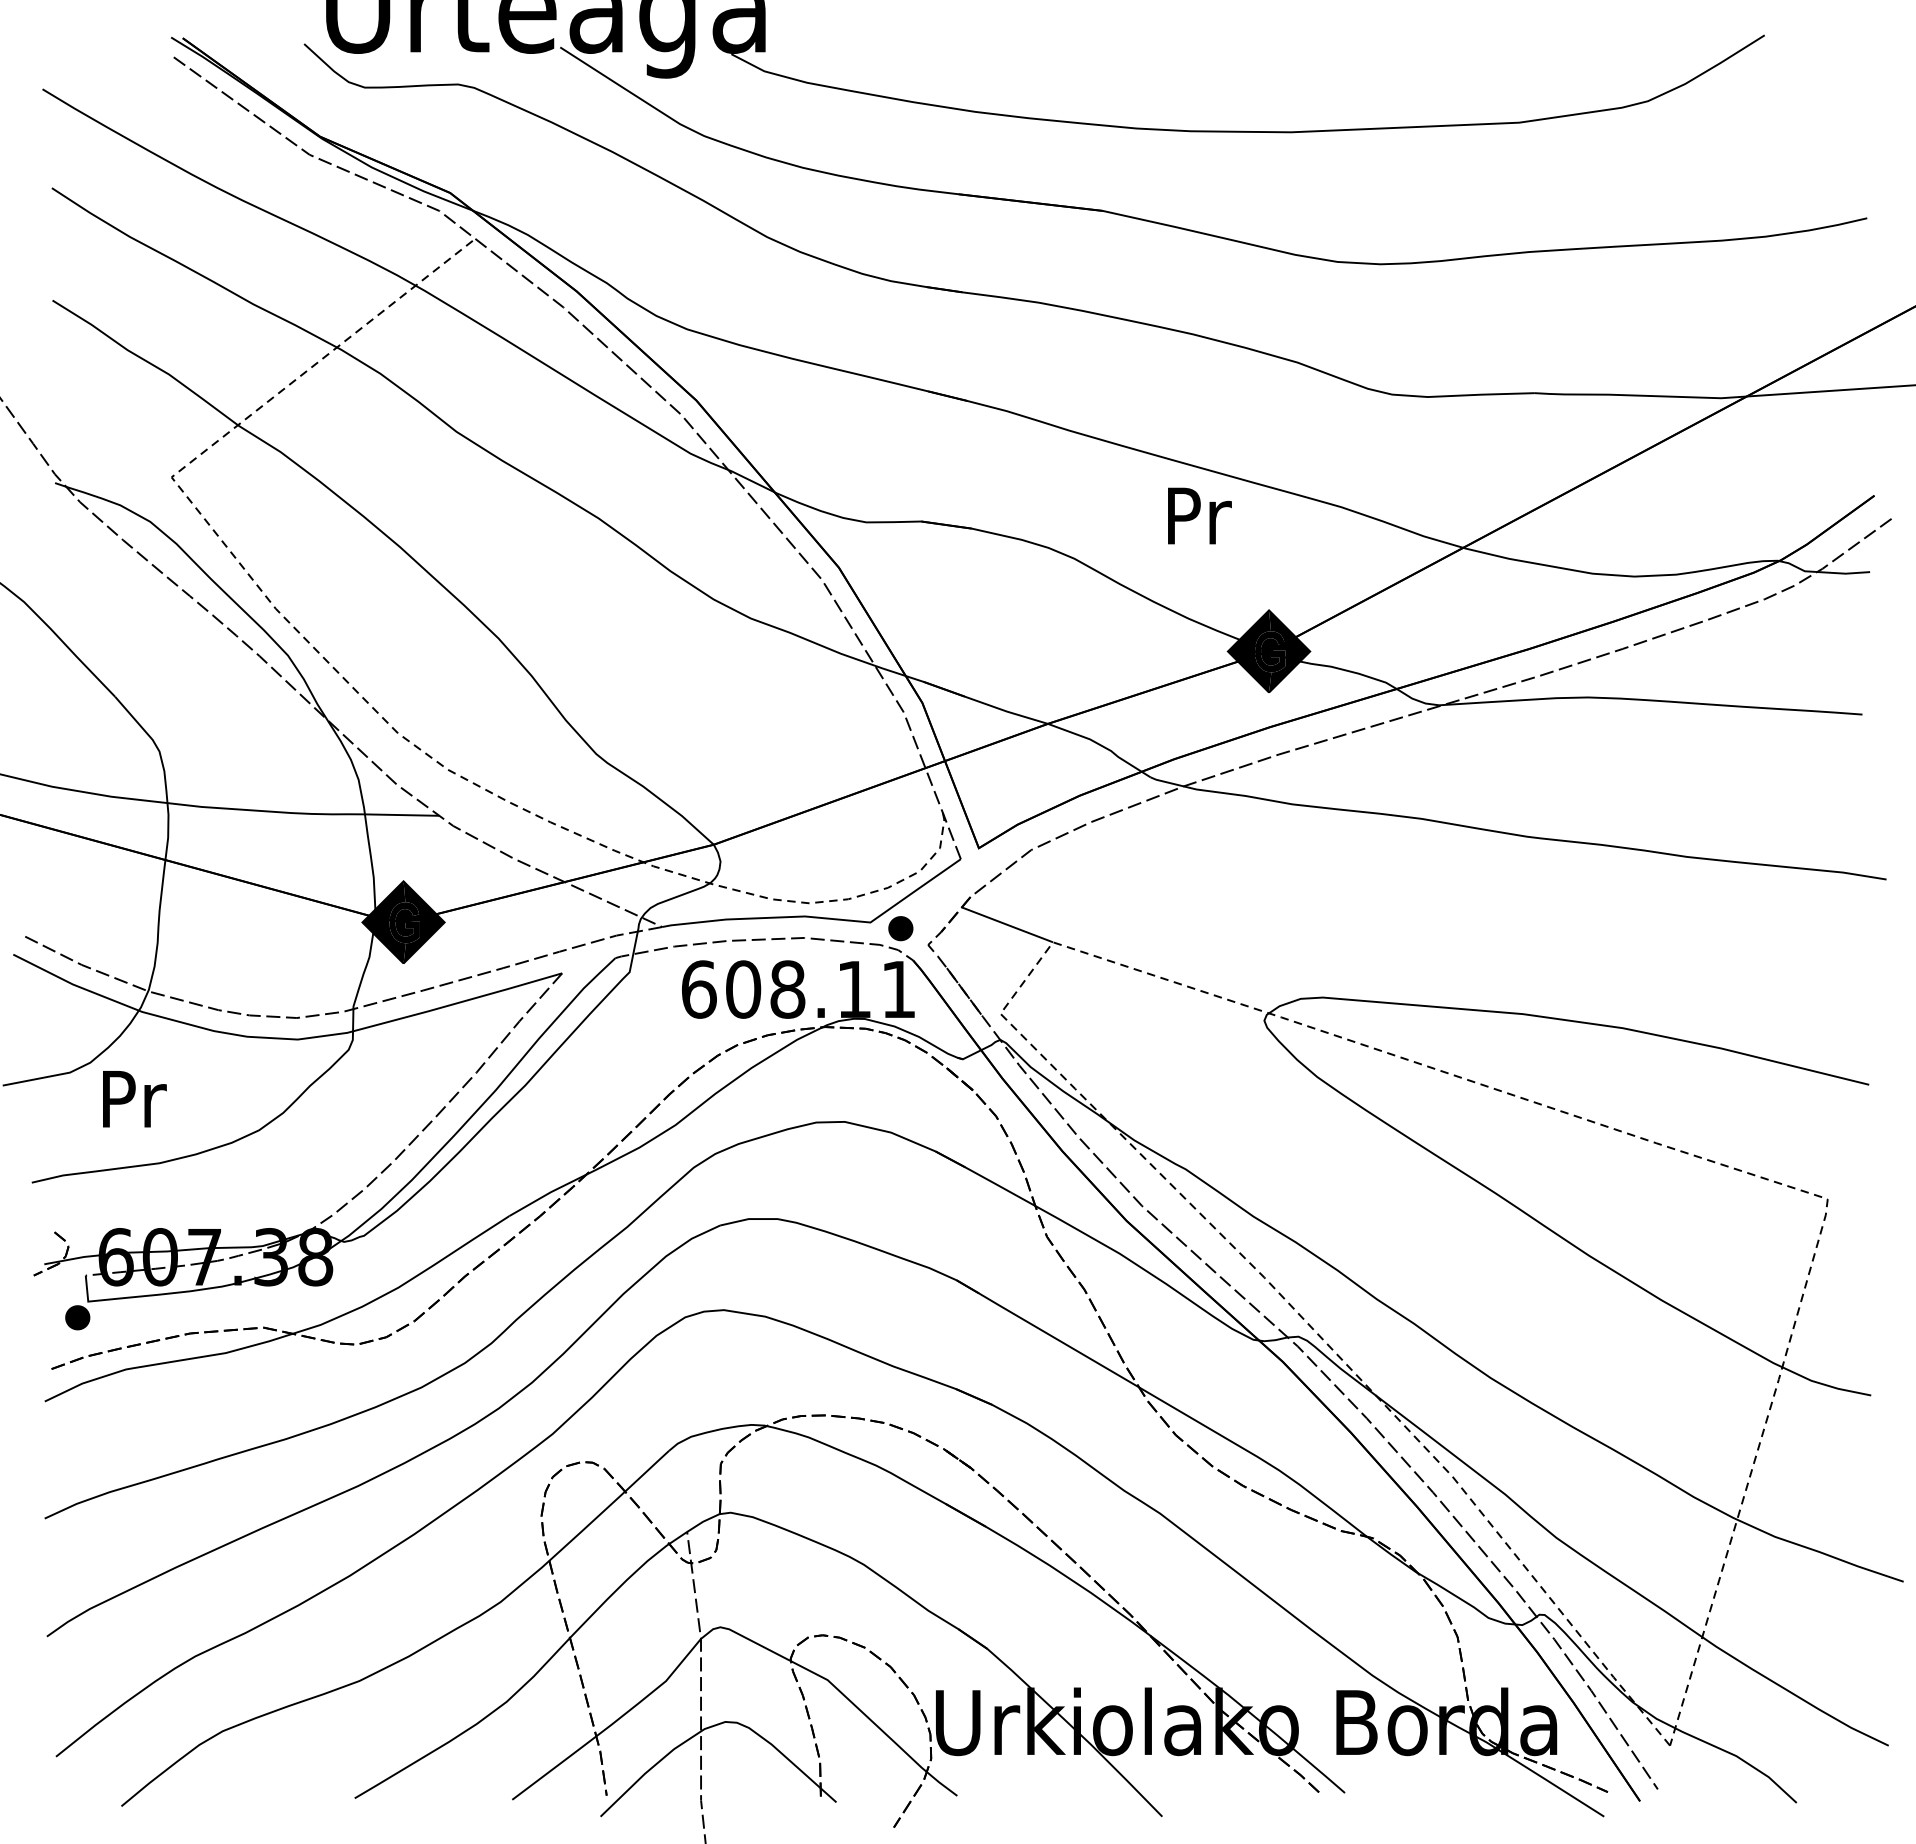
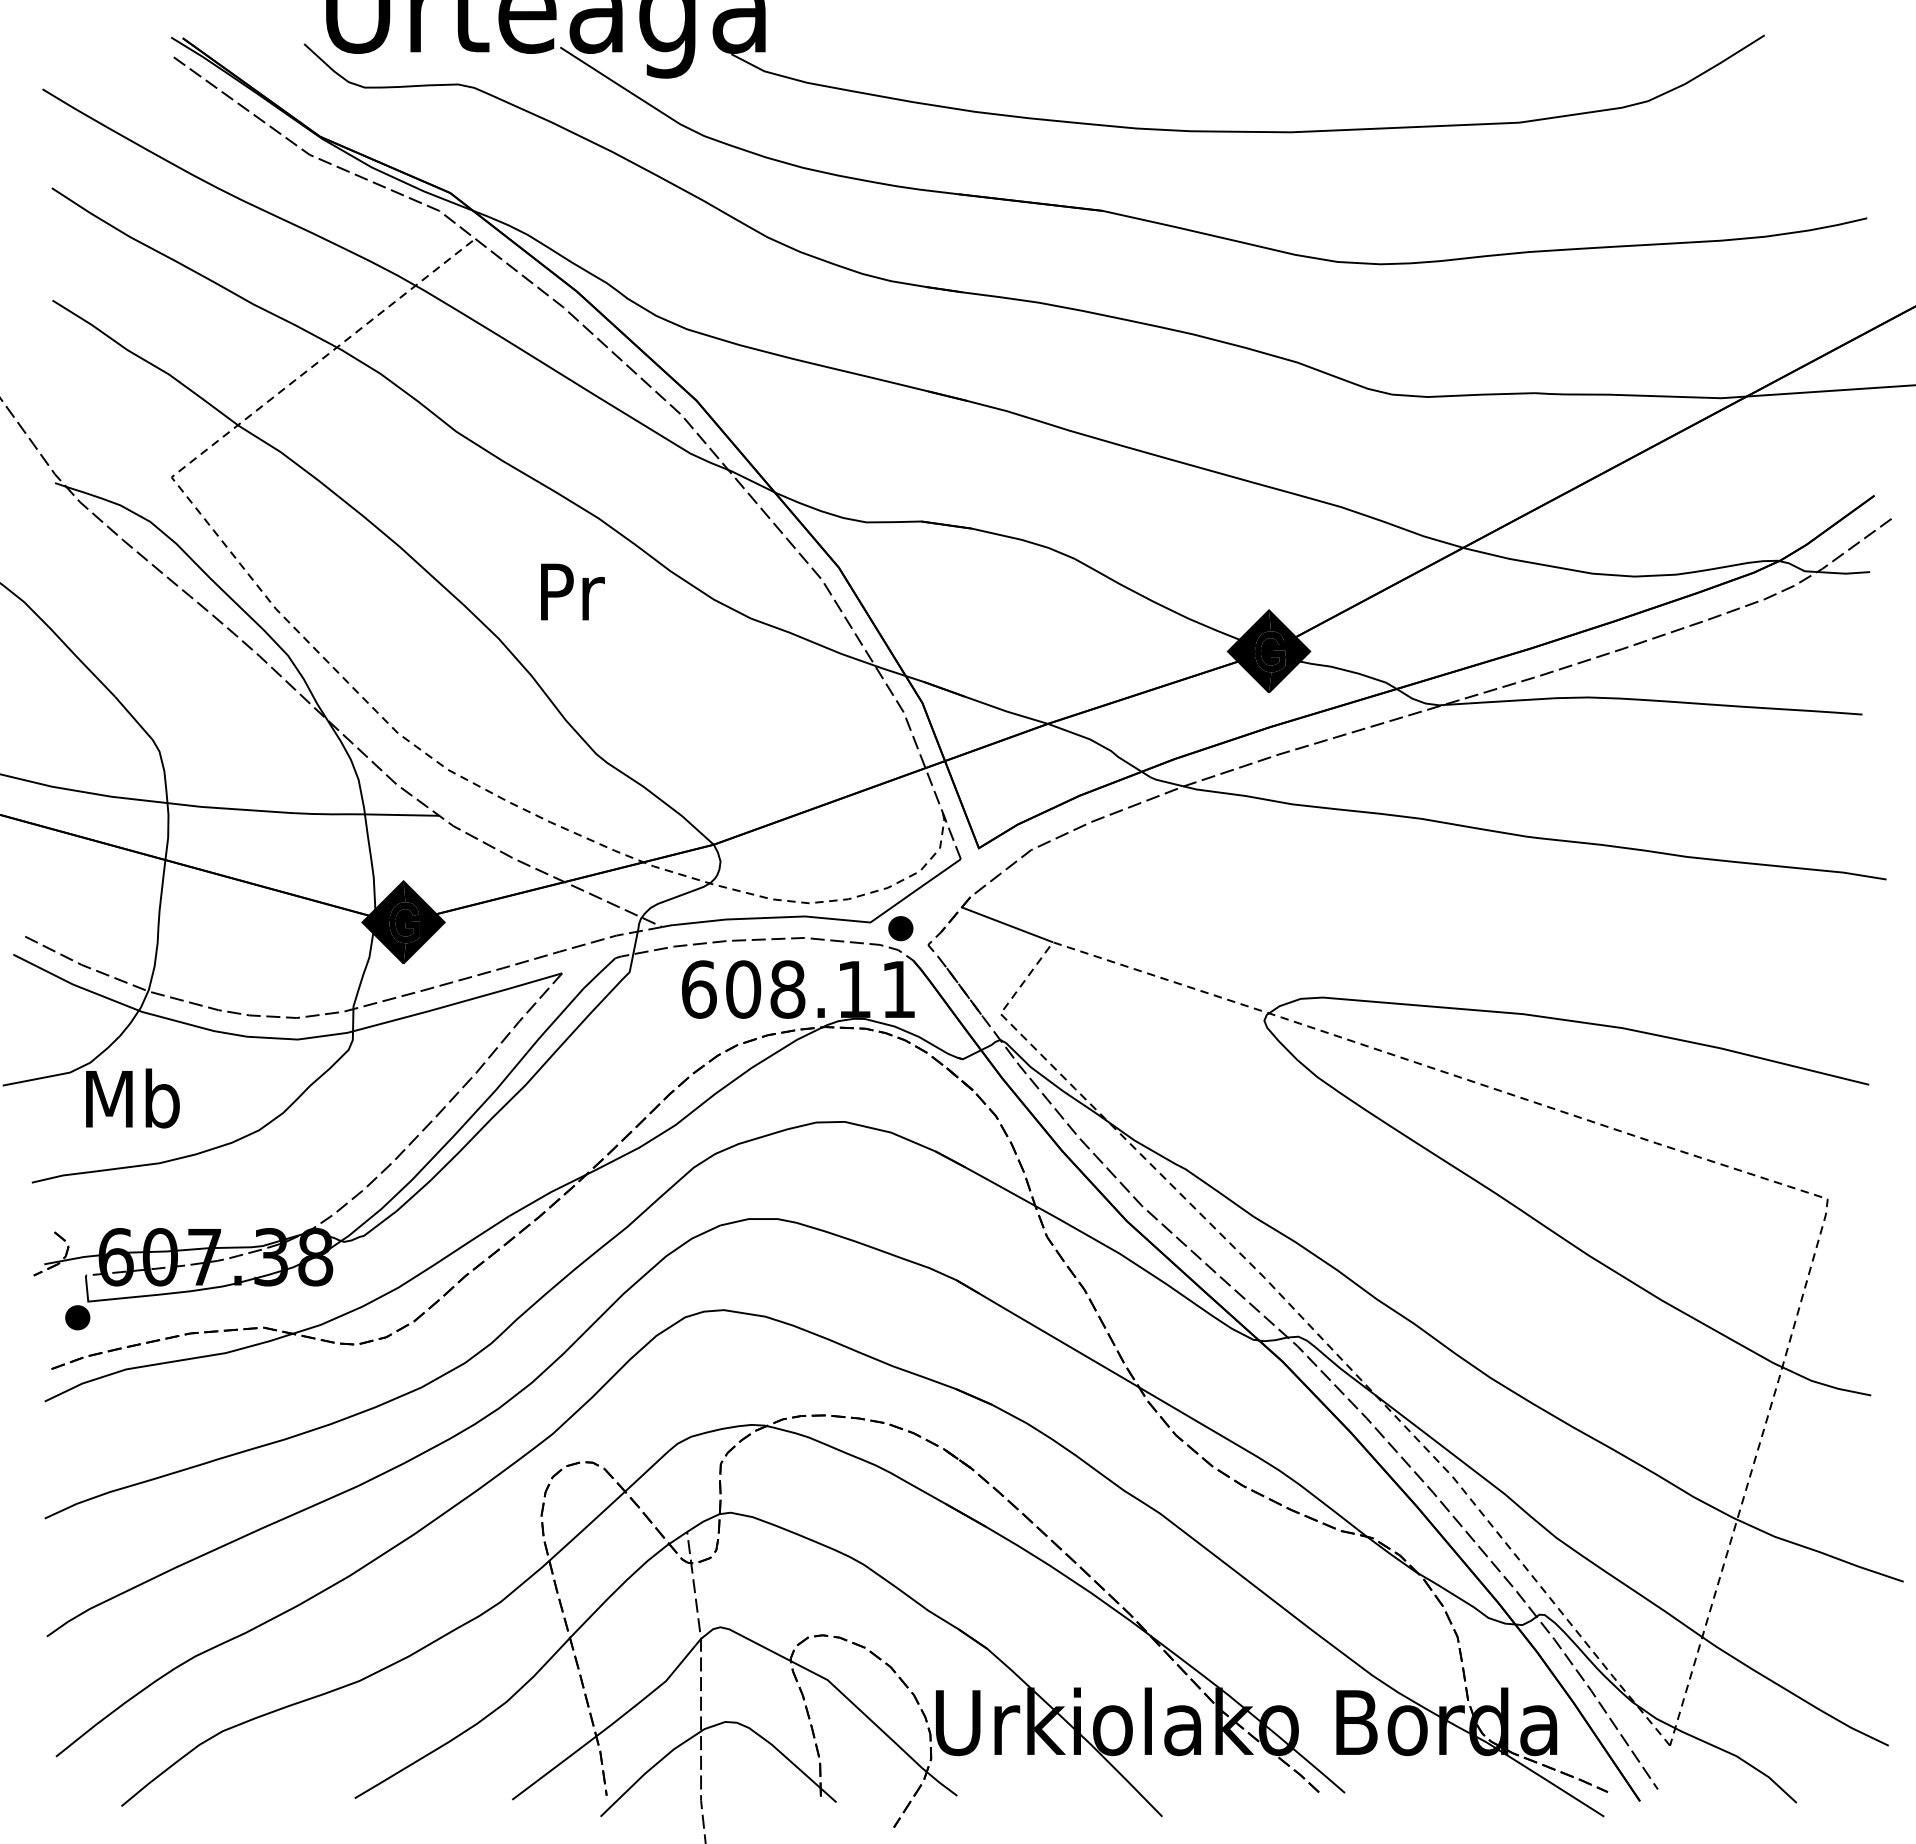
text at (1199, 515) position: (1199, 515) -> (572, 591)
text at (132, 1098): Pr -> Mb
